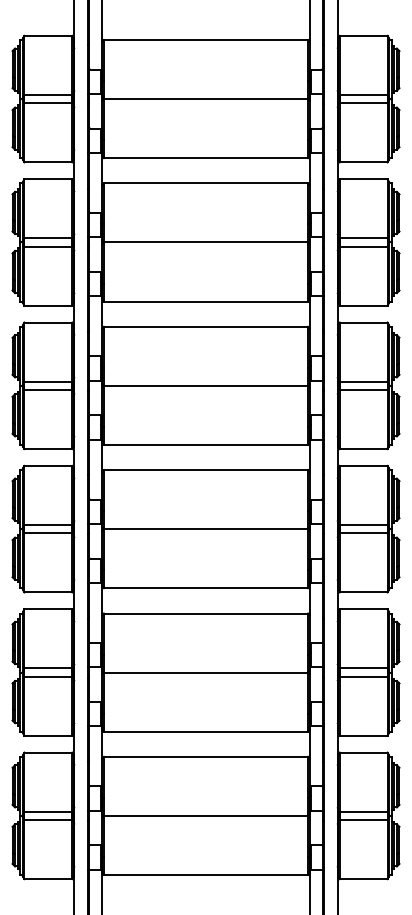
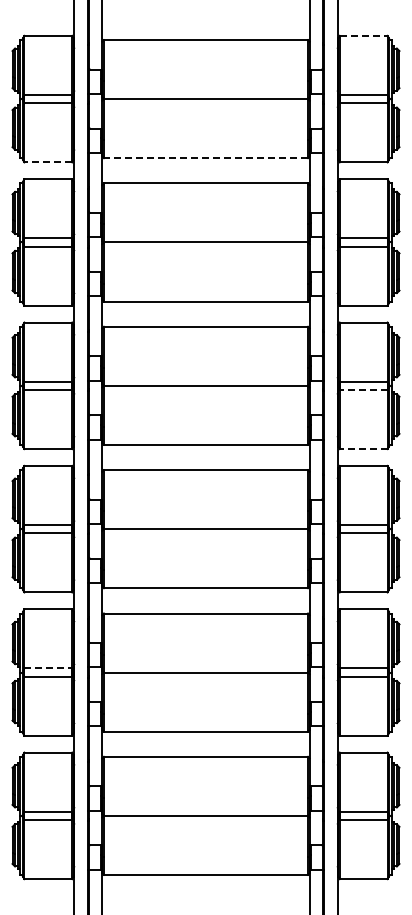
line at (363, 35): solid -> dashed
line at (205, 158): solid -> dashed
line at (48, 162): solid -> dashed
line at (363, 390): solid -> dashed
line at (363, 449): solid -> dashed
line at (48, 668): solid -> dashed
